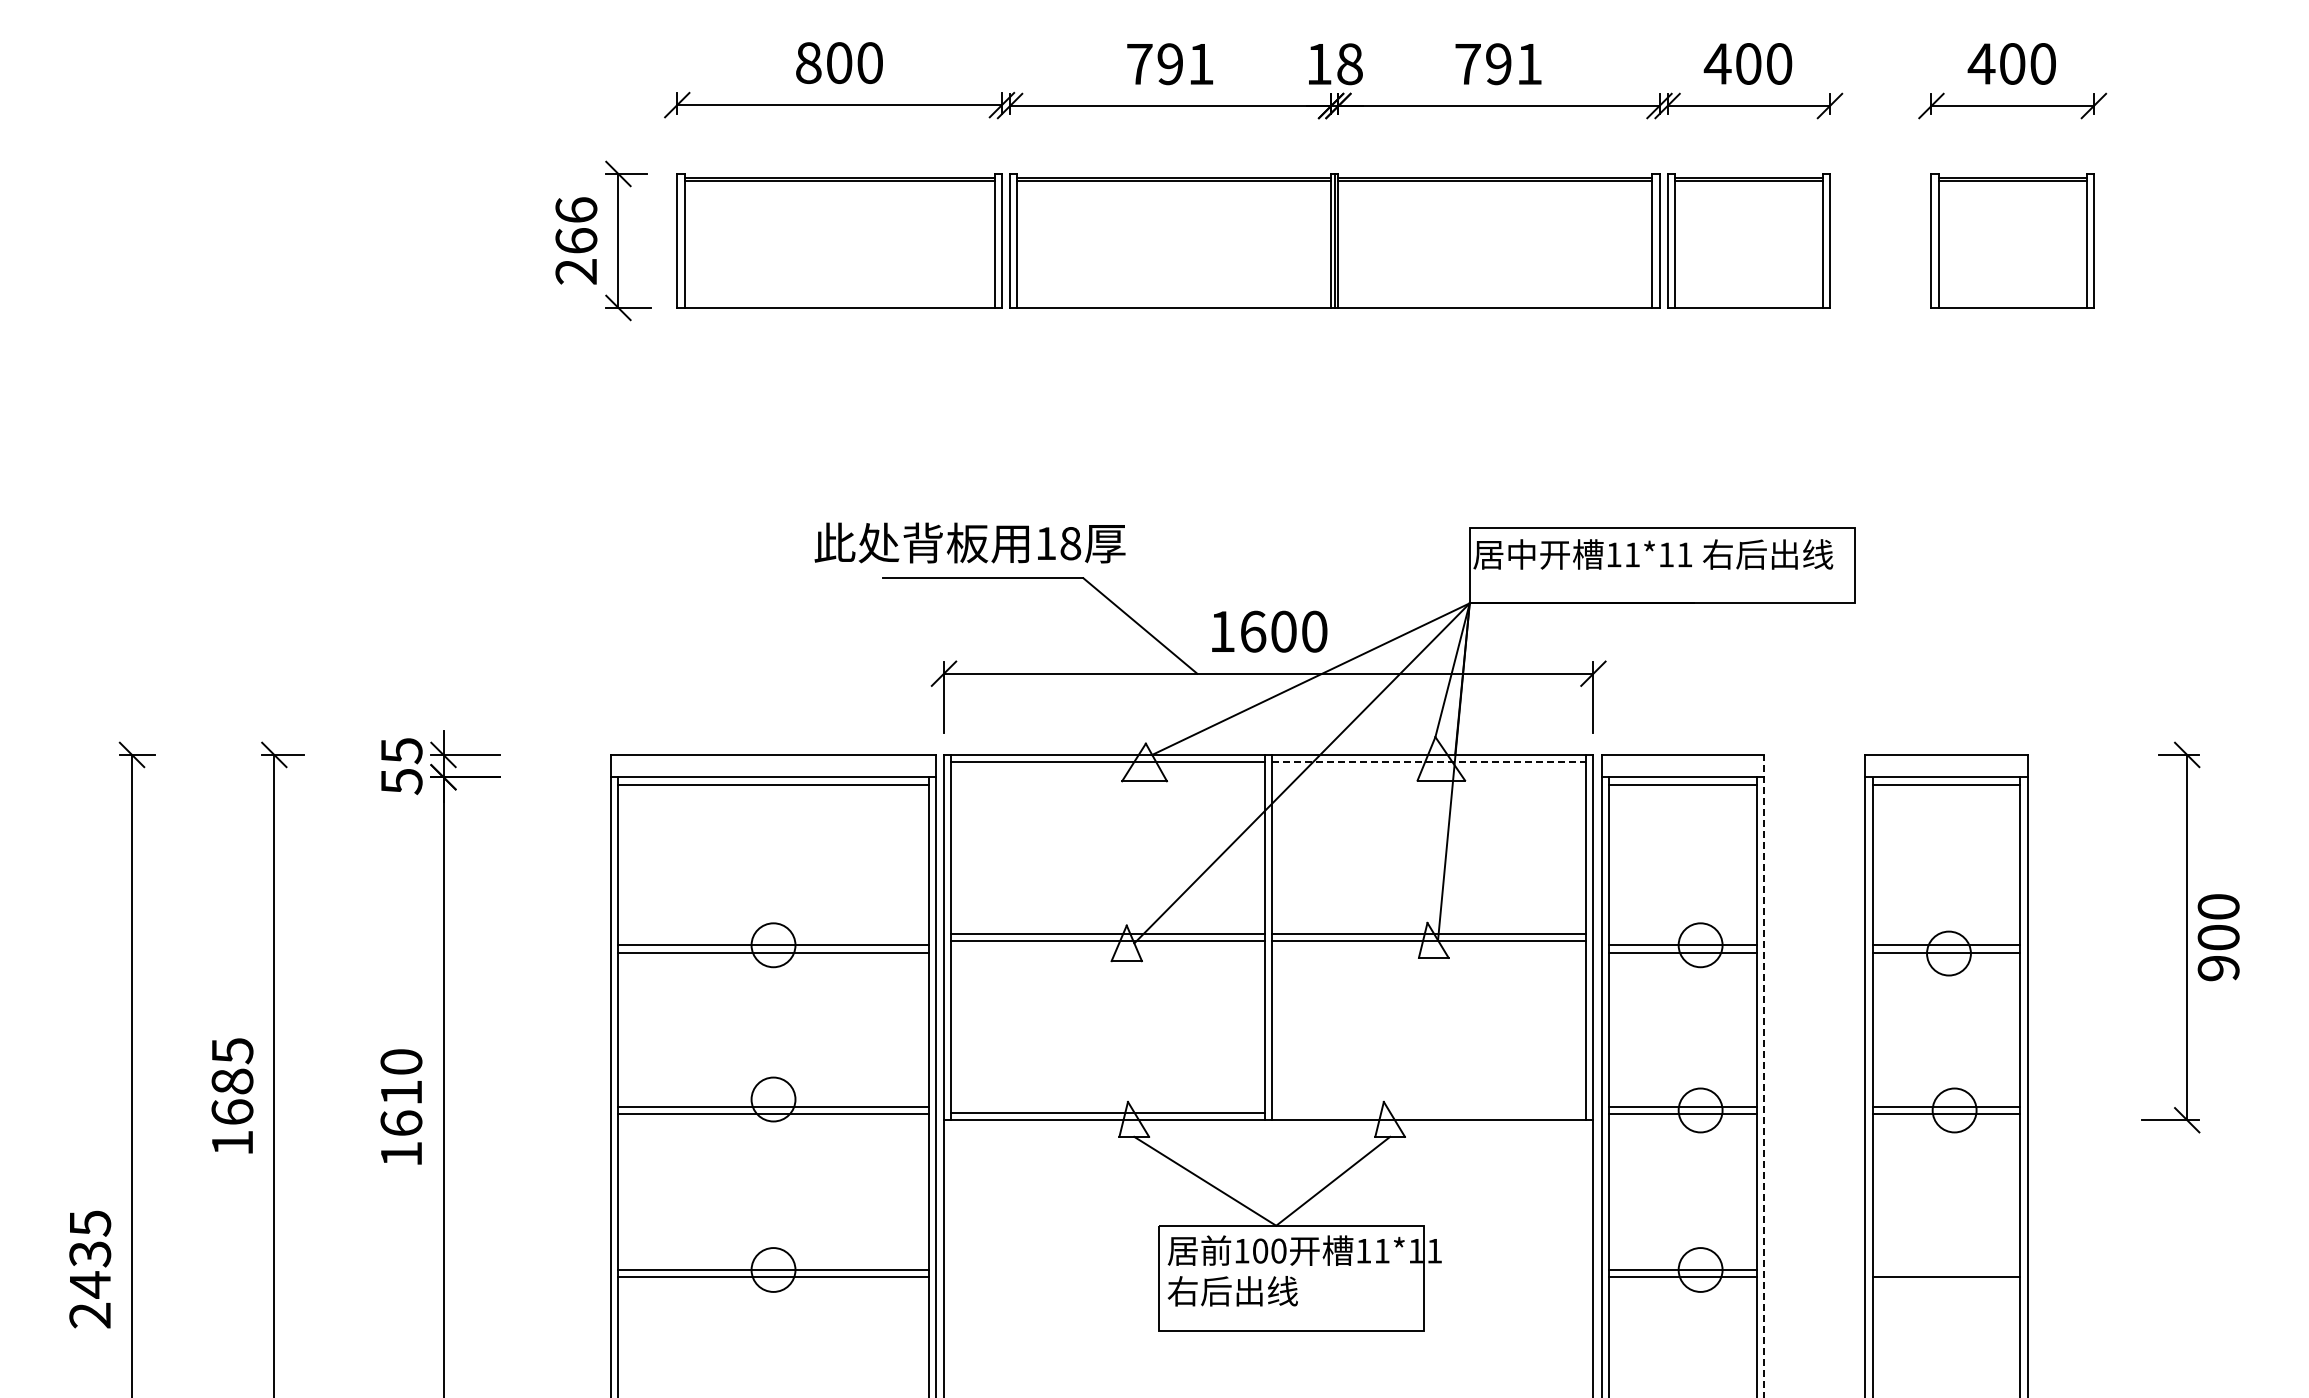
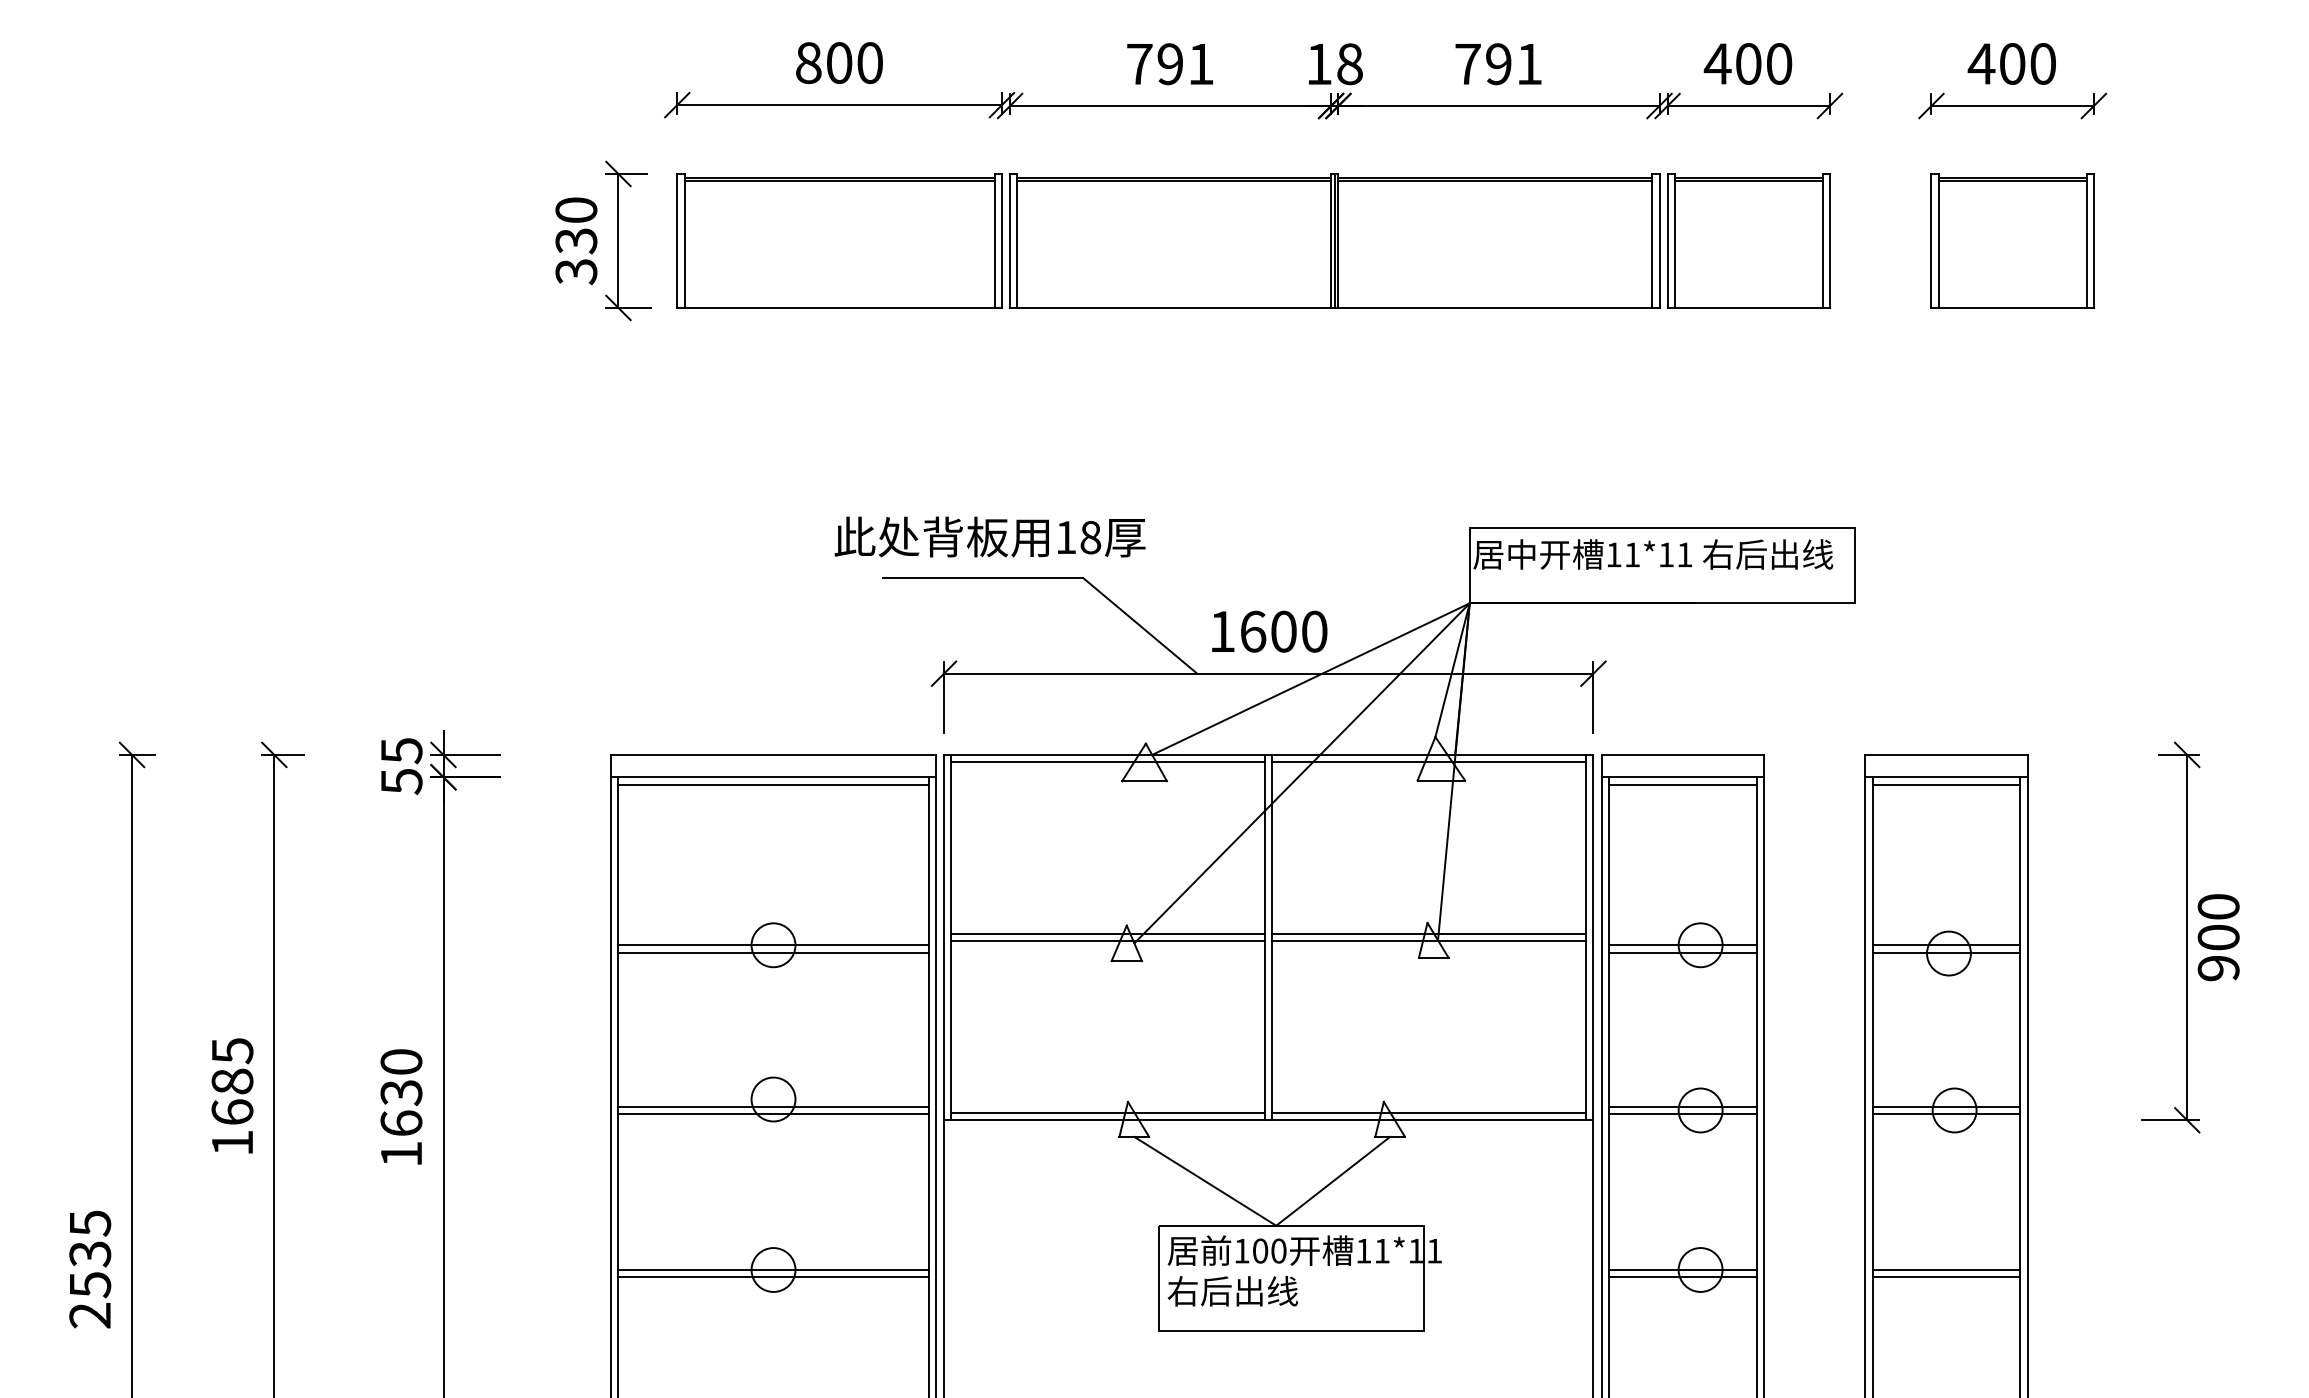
text at (576, 241): 266 -> 330
text at (969, 542) position: (969, 542) -> (989, 536)
line at (1429, 762): dashed -> solid
line at (1763, 1075): dashed -> solid
text at (401, 1093): 1610 -> 1630
line at (1429, 1112): none -> present
line at (1946, 1270): none -> present
text at (90, 1284): 2435 -> 2535
